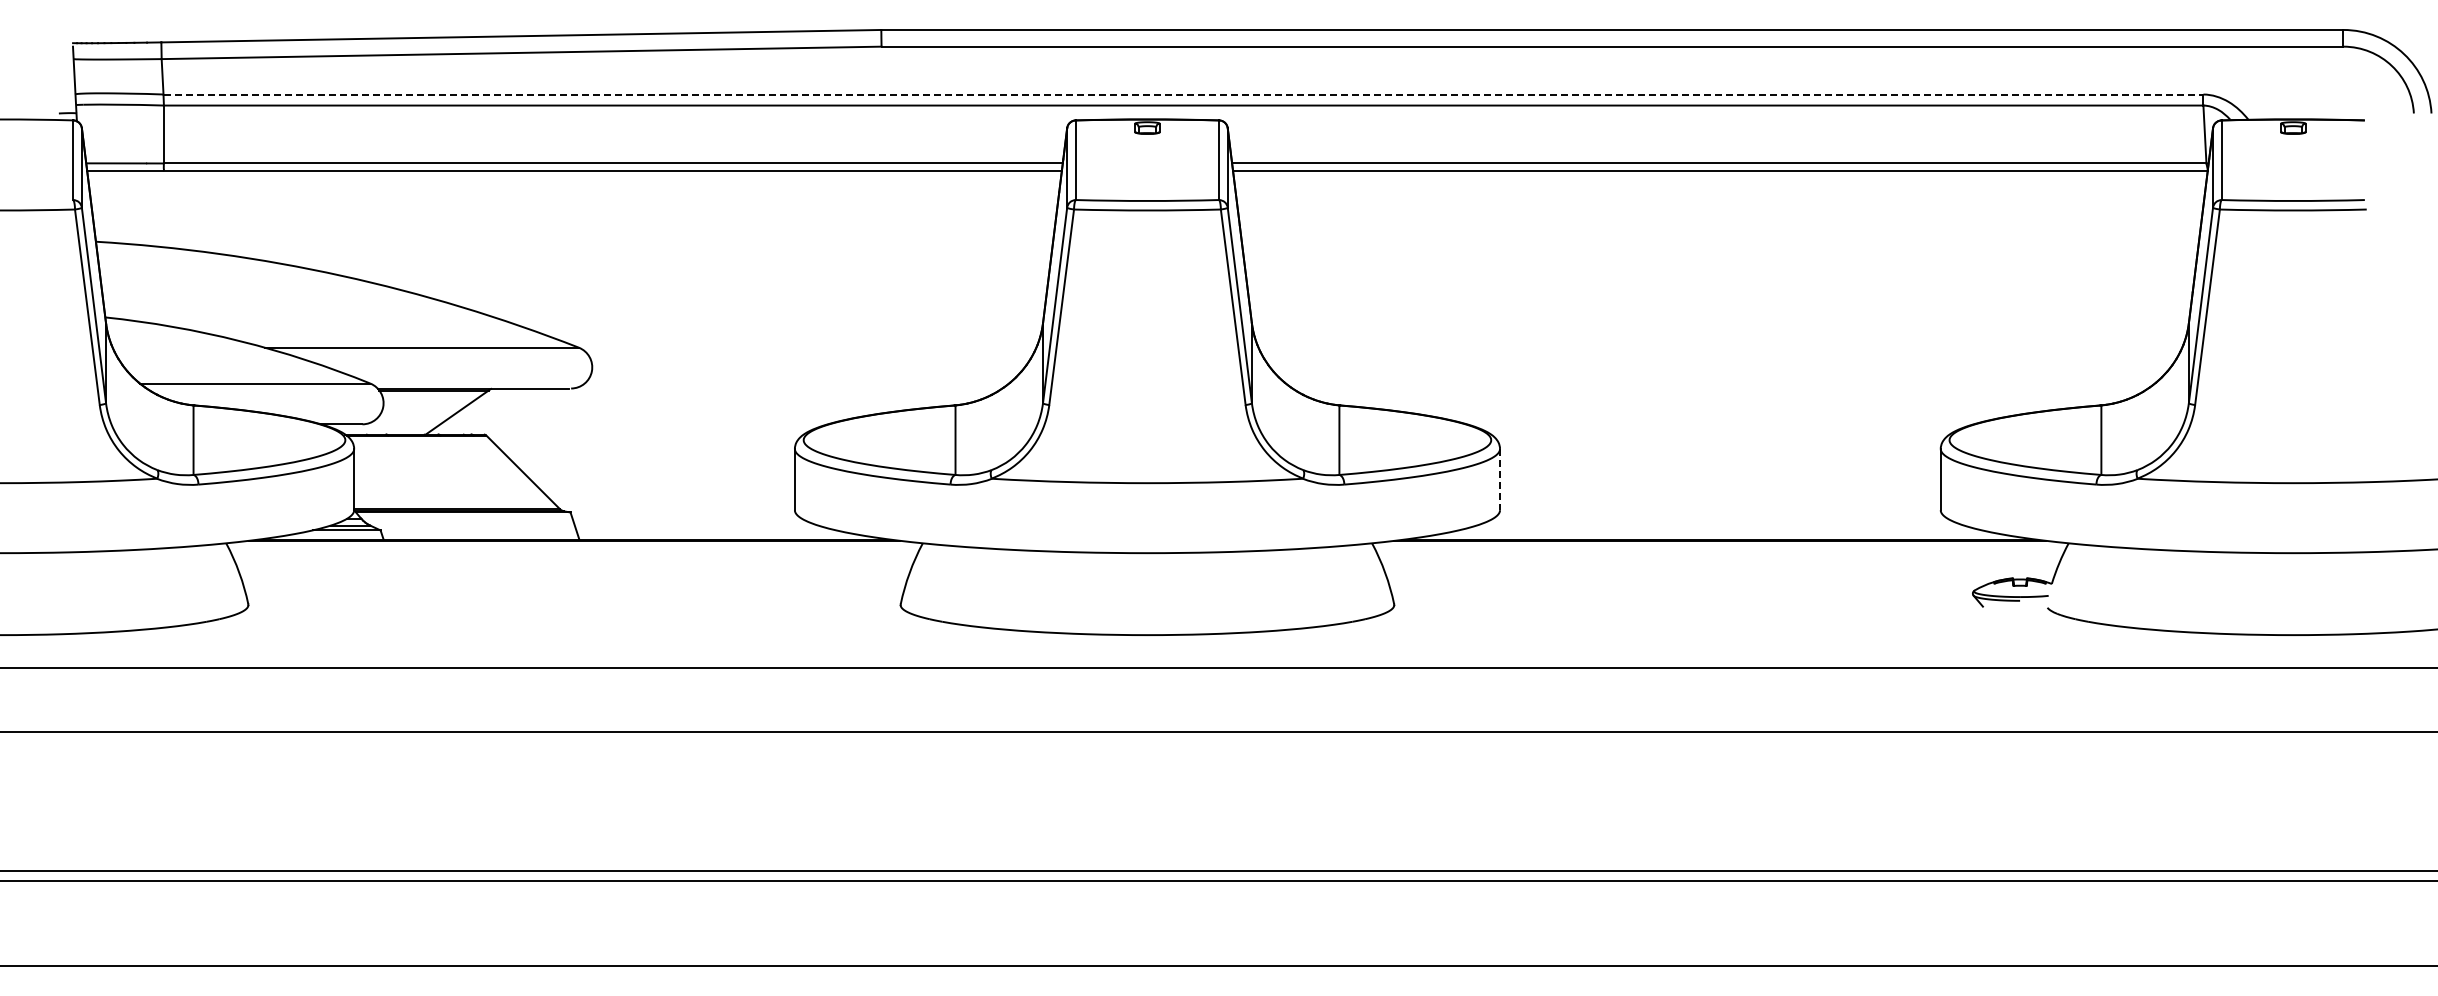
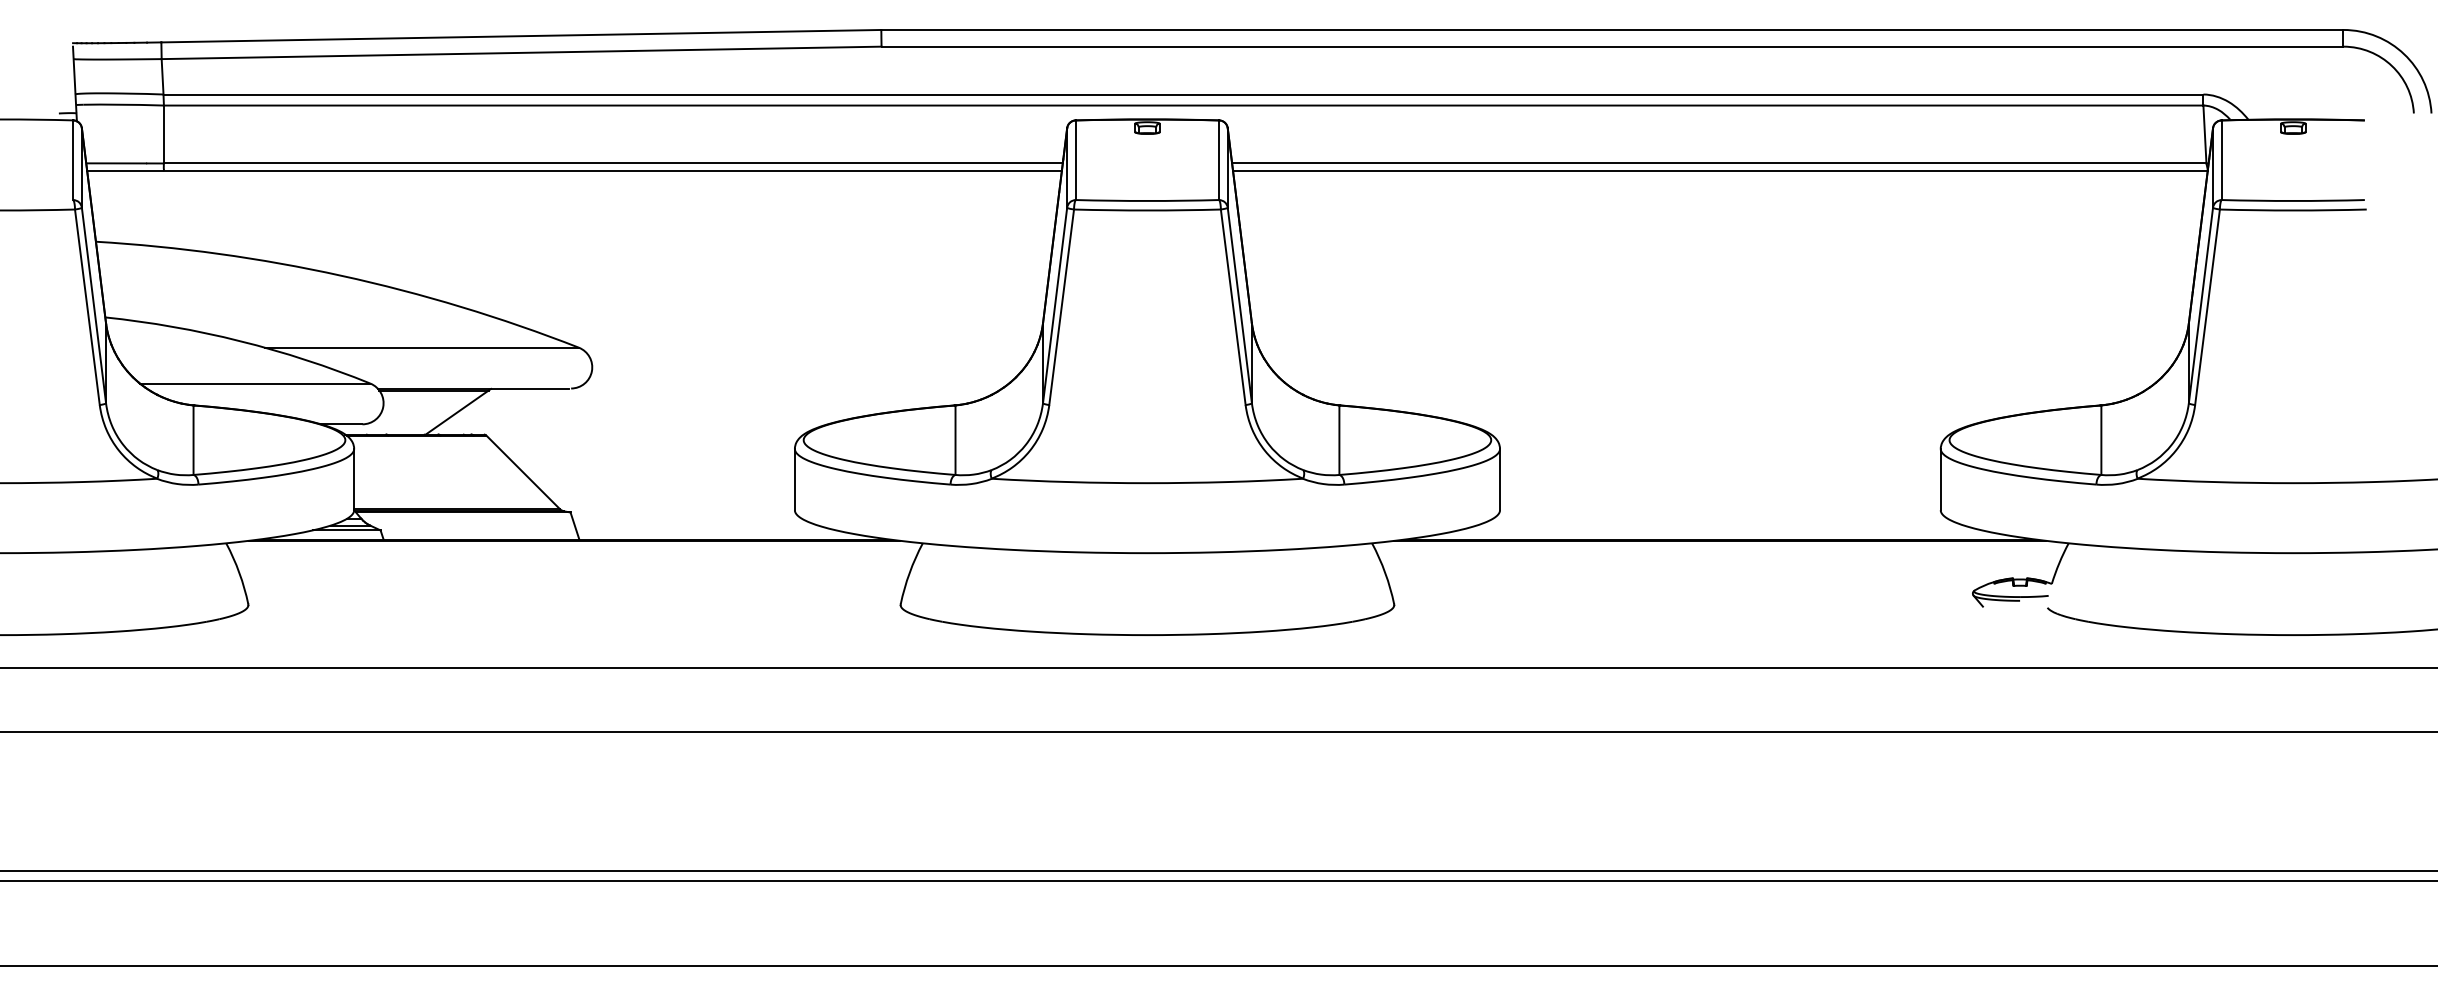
line at (1183, 94): dashed -> solid
line at (1500, 479): dashed -> solid
